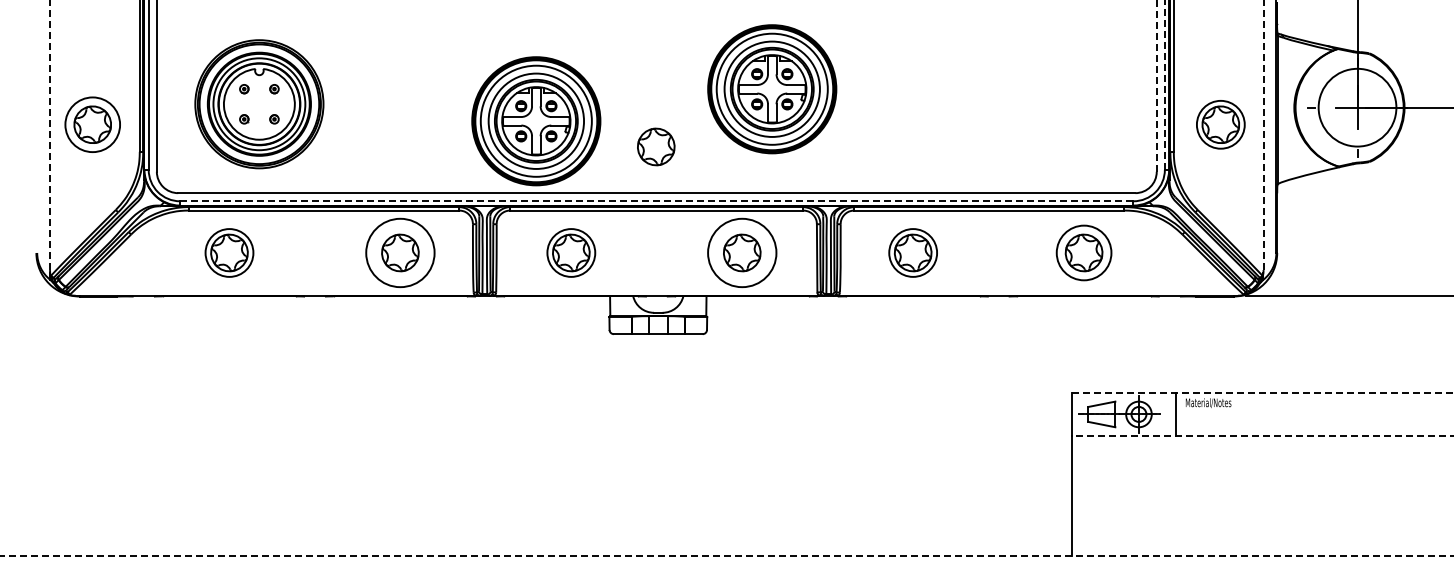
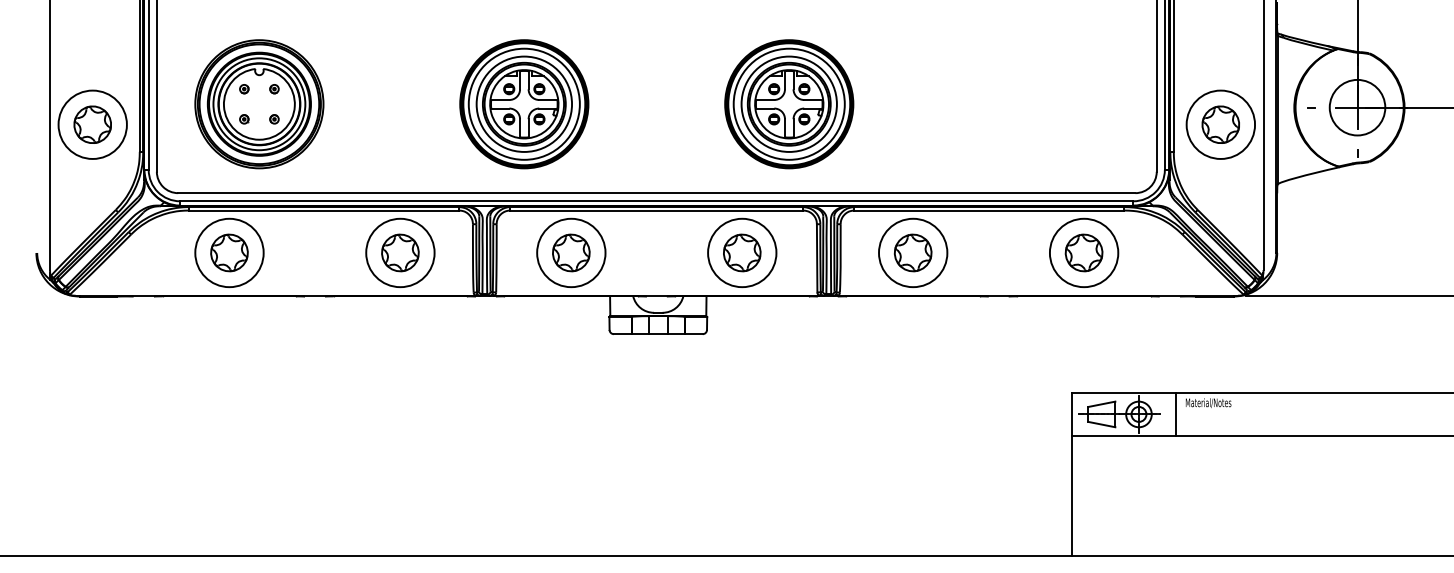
line at (1164, 84): dashed -> solid
line at (1156, 85): dashed -> solid
part at (772, 89) position: (772, 89) -> (789, 104)
circle at (1357, 107) diameter: 78 px -> 56 px
part at (536, 121) position: (536, 121) -> (524, 104)
circle at (92, 124) diameter: 55 px -> 68 px
circle at (1220, 124) diameter: 48 px -> 68 px
line at (50, 135): dashed -> solid
line at (1263, 135): dashed -> solid
part at (656, 146): present -> none
line at (656, 201): dashed -> solid
circle at (229, 252) diameter: 48 px -> 68 px
circle at (571, 252) diameter: 48 px -> 68 px
circle at (913, 252) diameter: 48 px -> 68 px
circle at (1083, 252) diameter: 55 px -> 68 px
line at (1263, 393): dashed -> solid
line at (1262, 436): dashed -> solid
line at (726, 555): dashed -> solid
